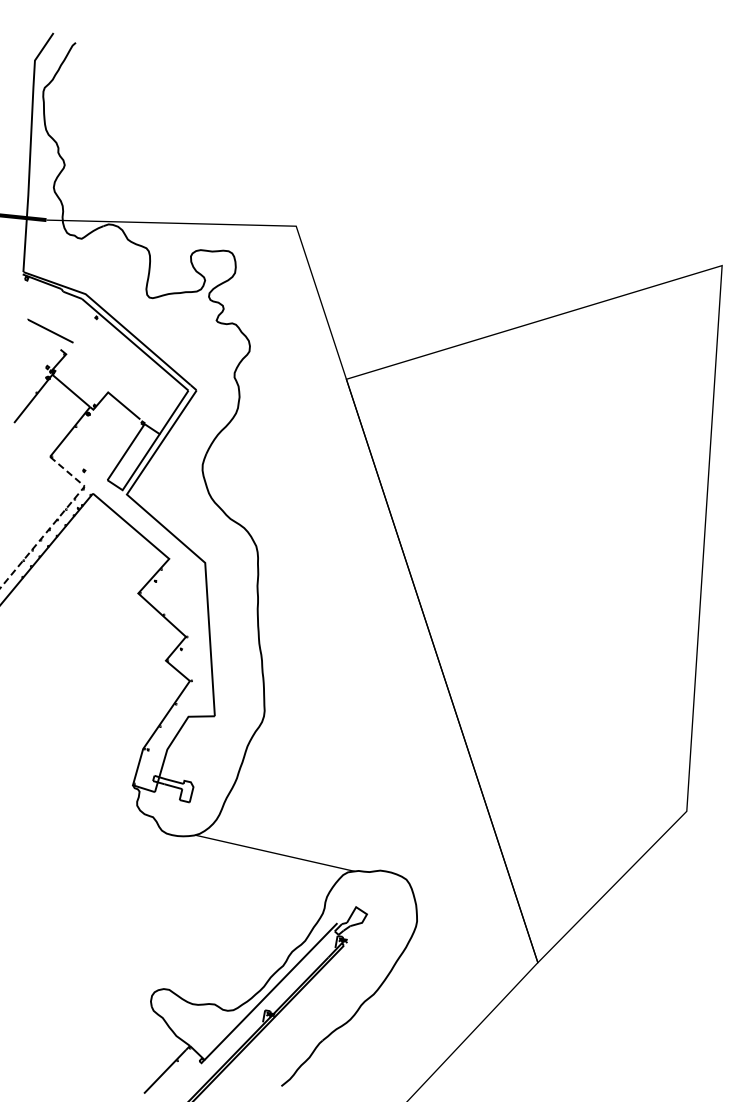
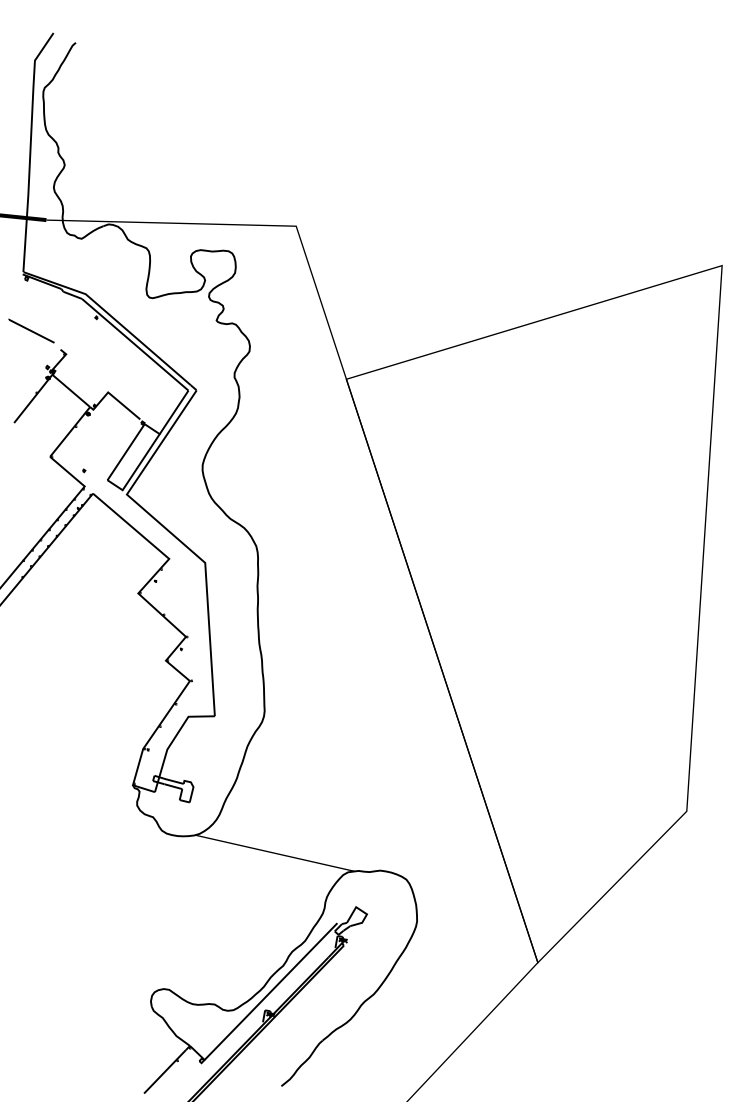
line at (50, 330) position: (50, 330) -> (31, 330)
line at (57, 519): dashed -> solid
